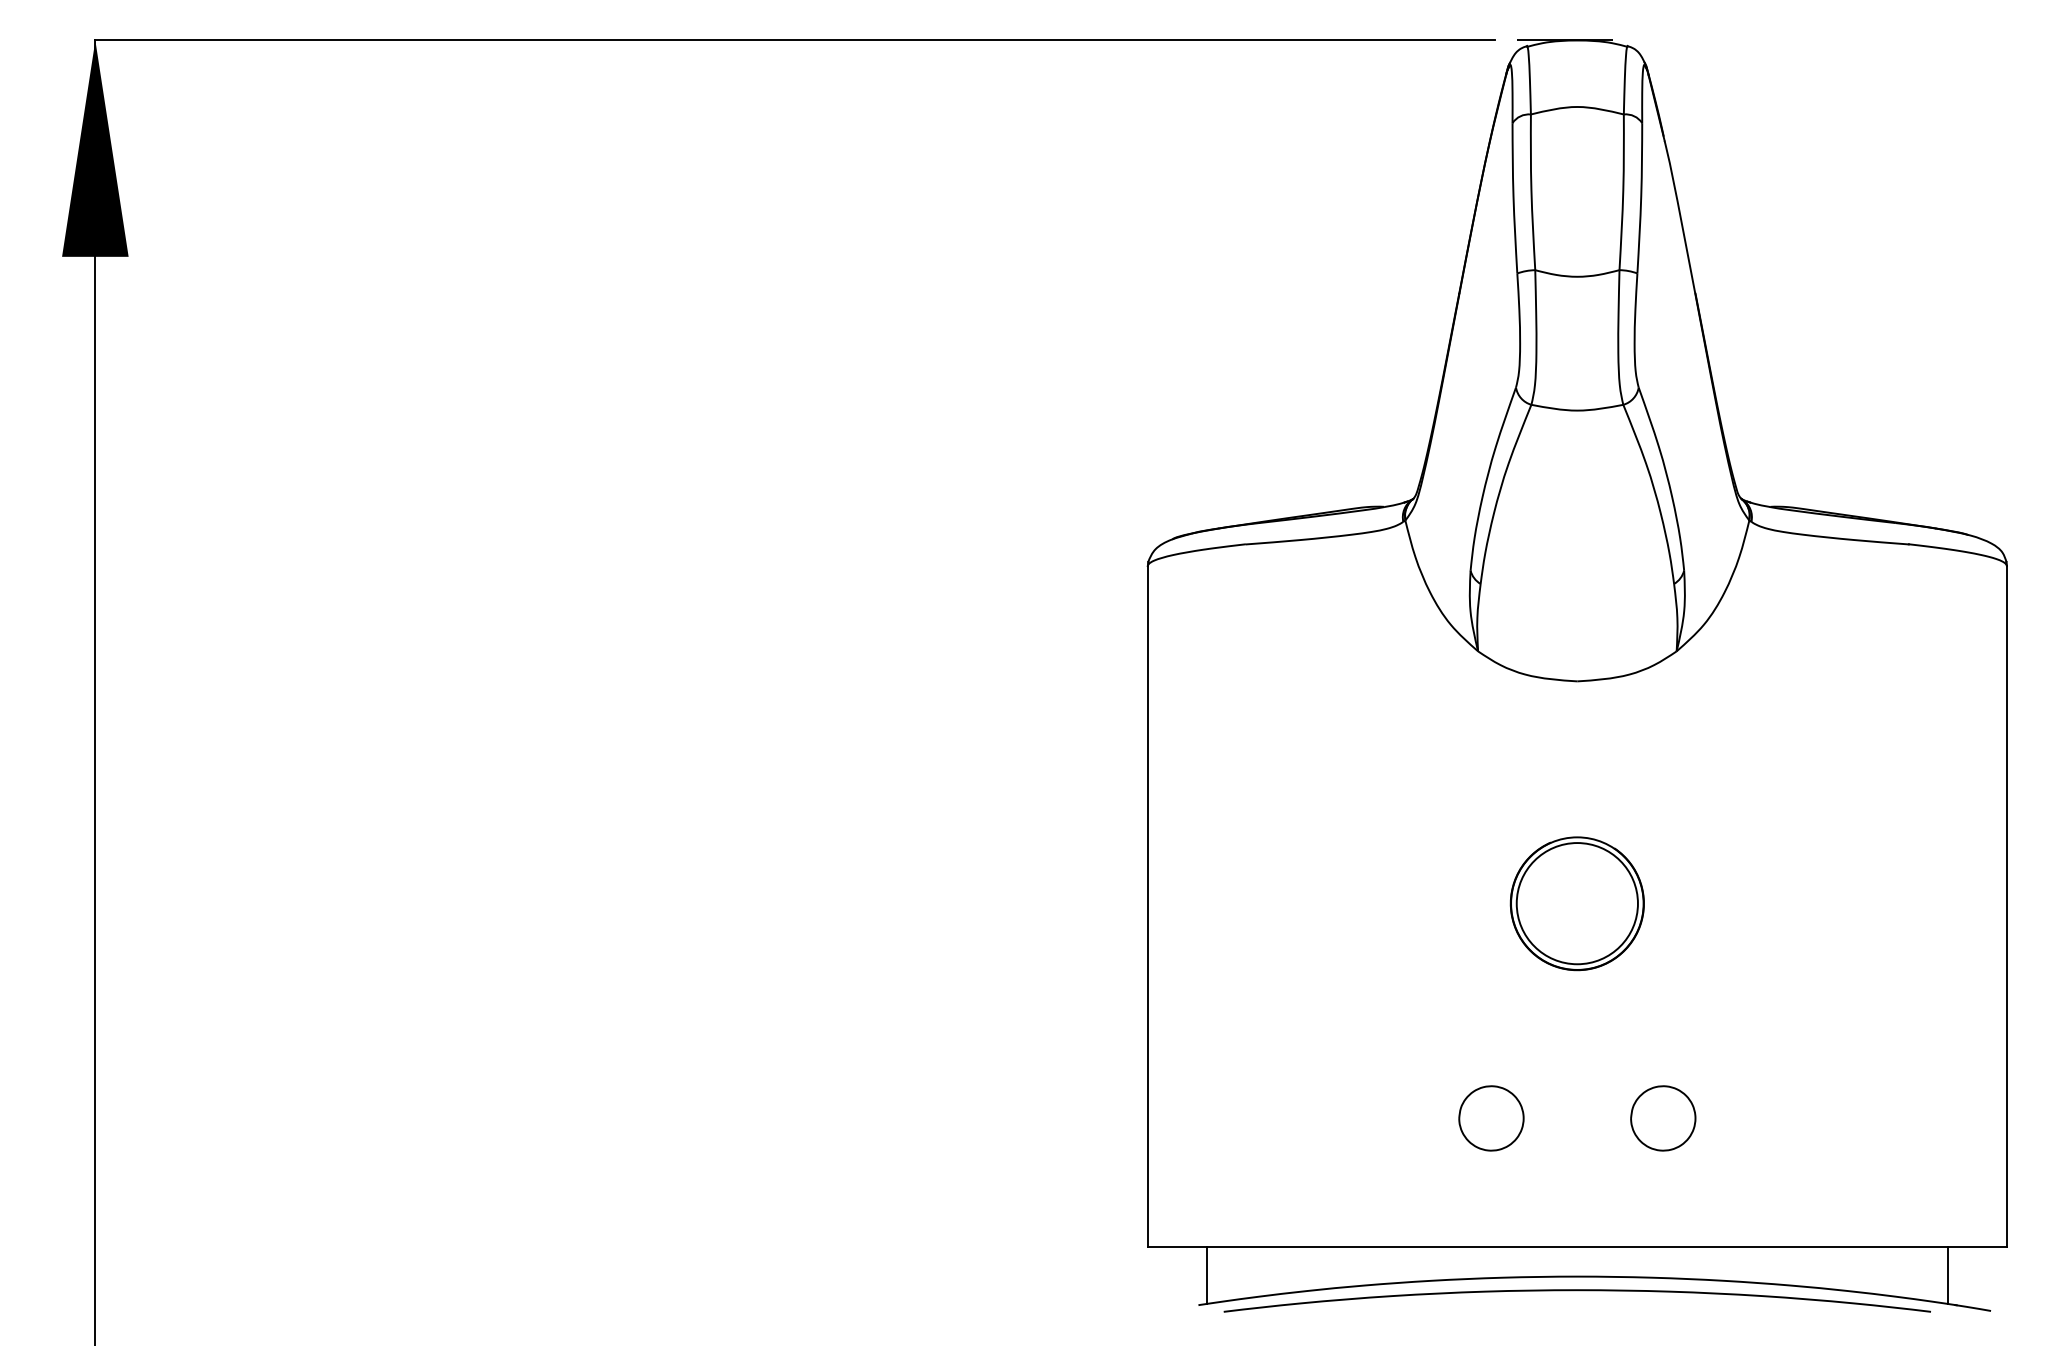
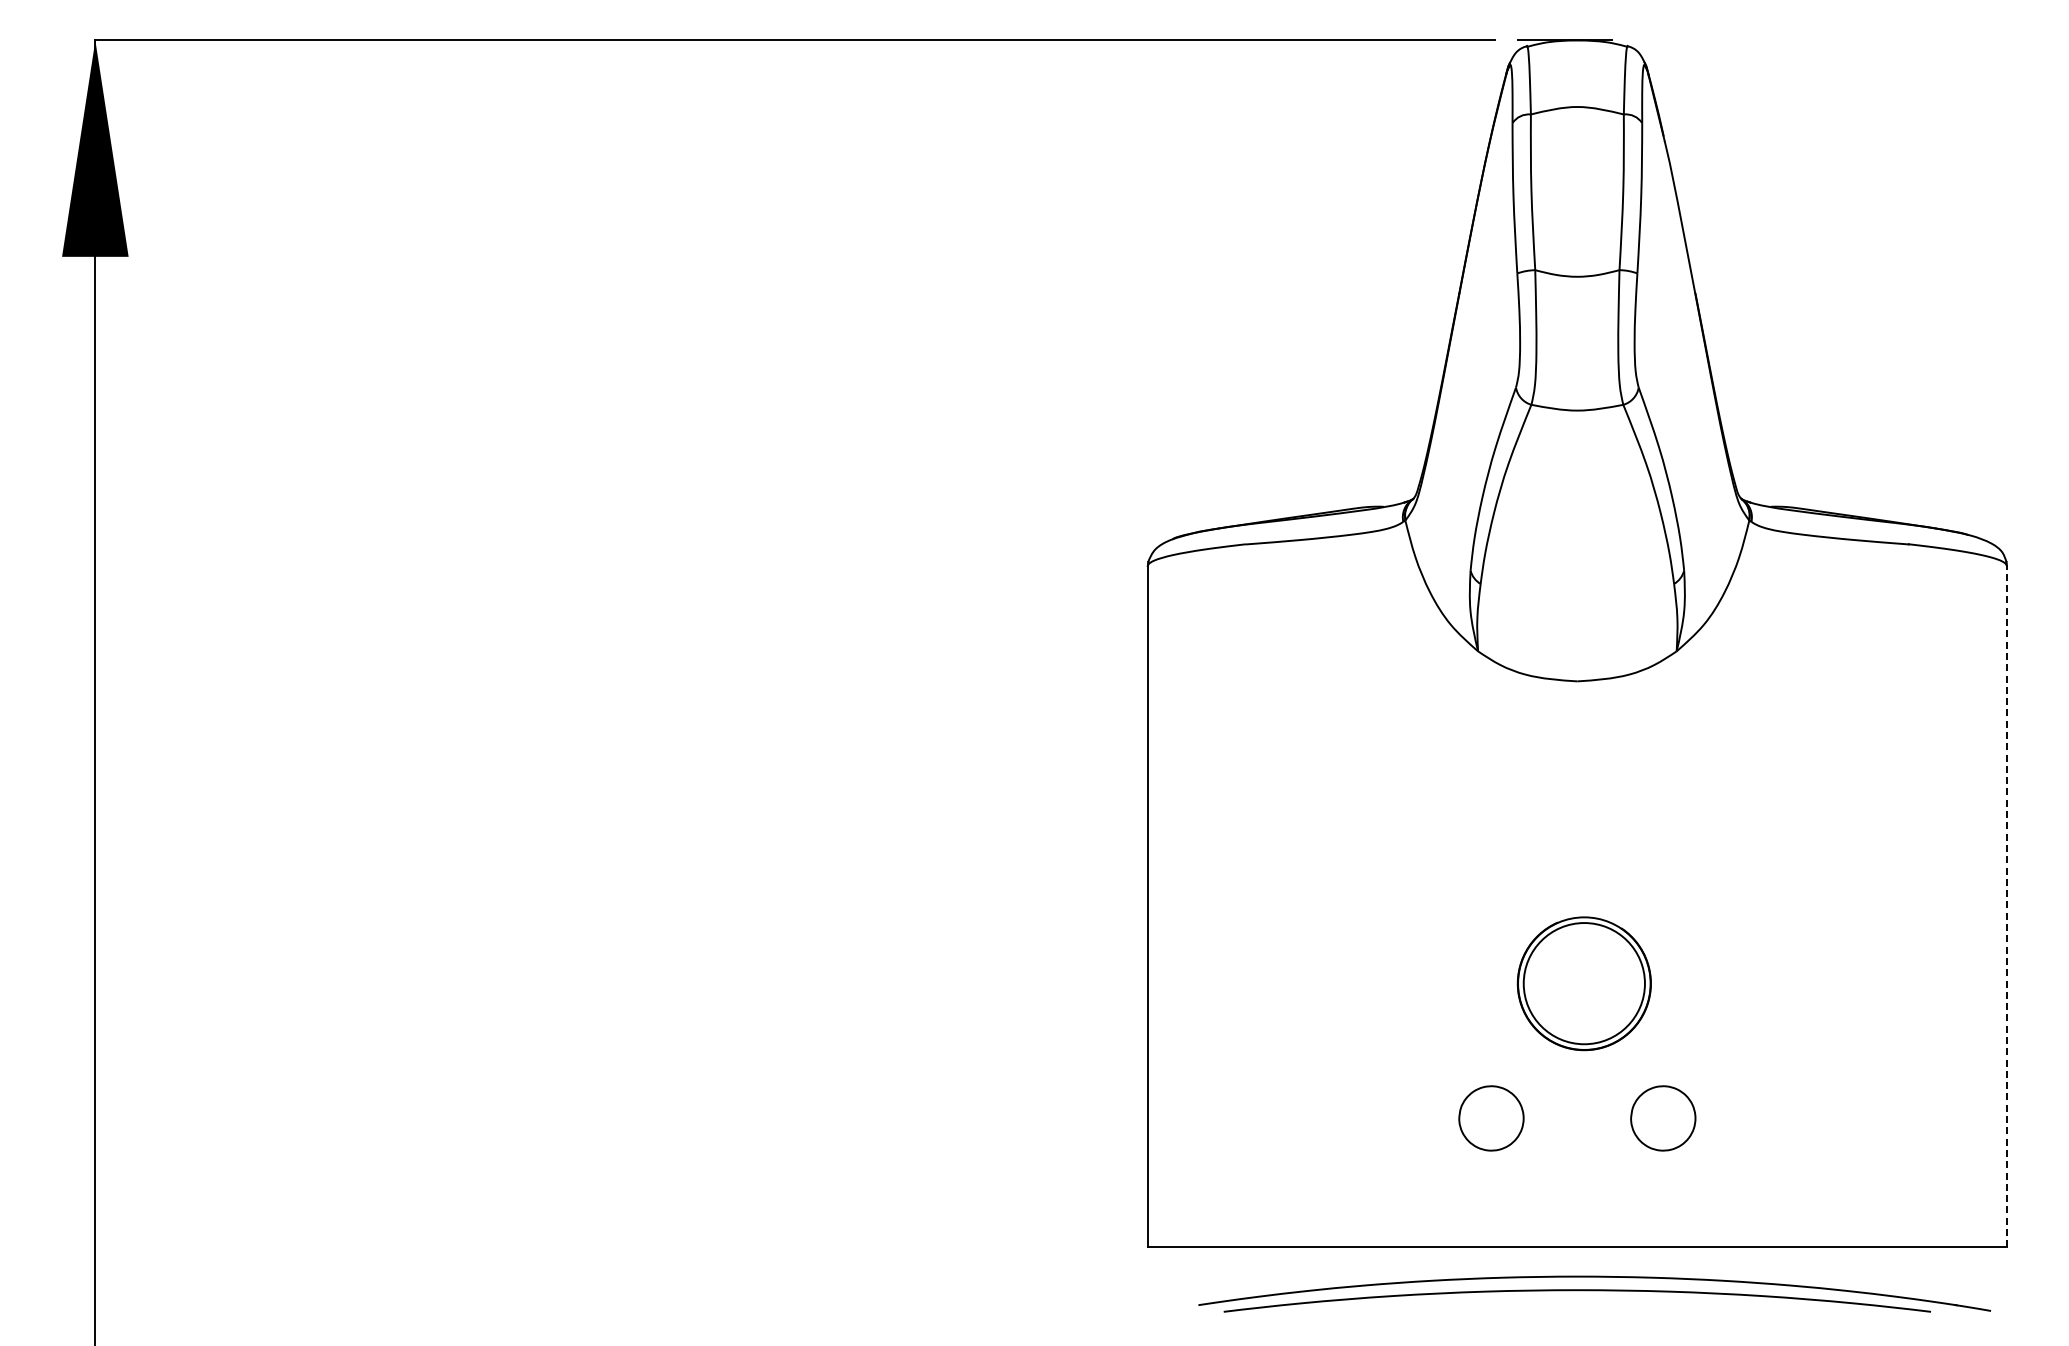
part at (1576, 903) position: (1576, 903) -> (1583, 983)
line at (2006, 906): solid -> dashed
line at (1206, 1275): present -> none
line at (1947, 1275): present -> none
